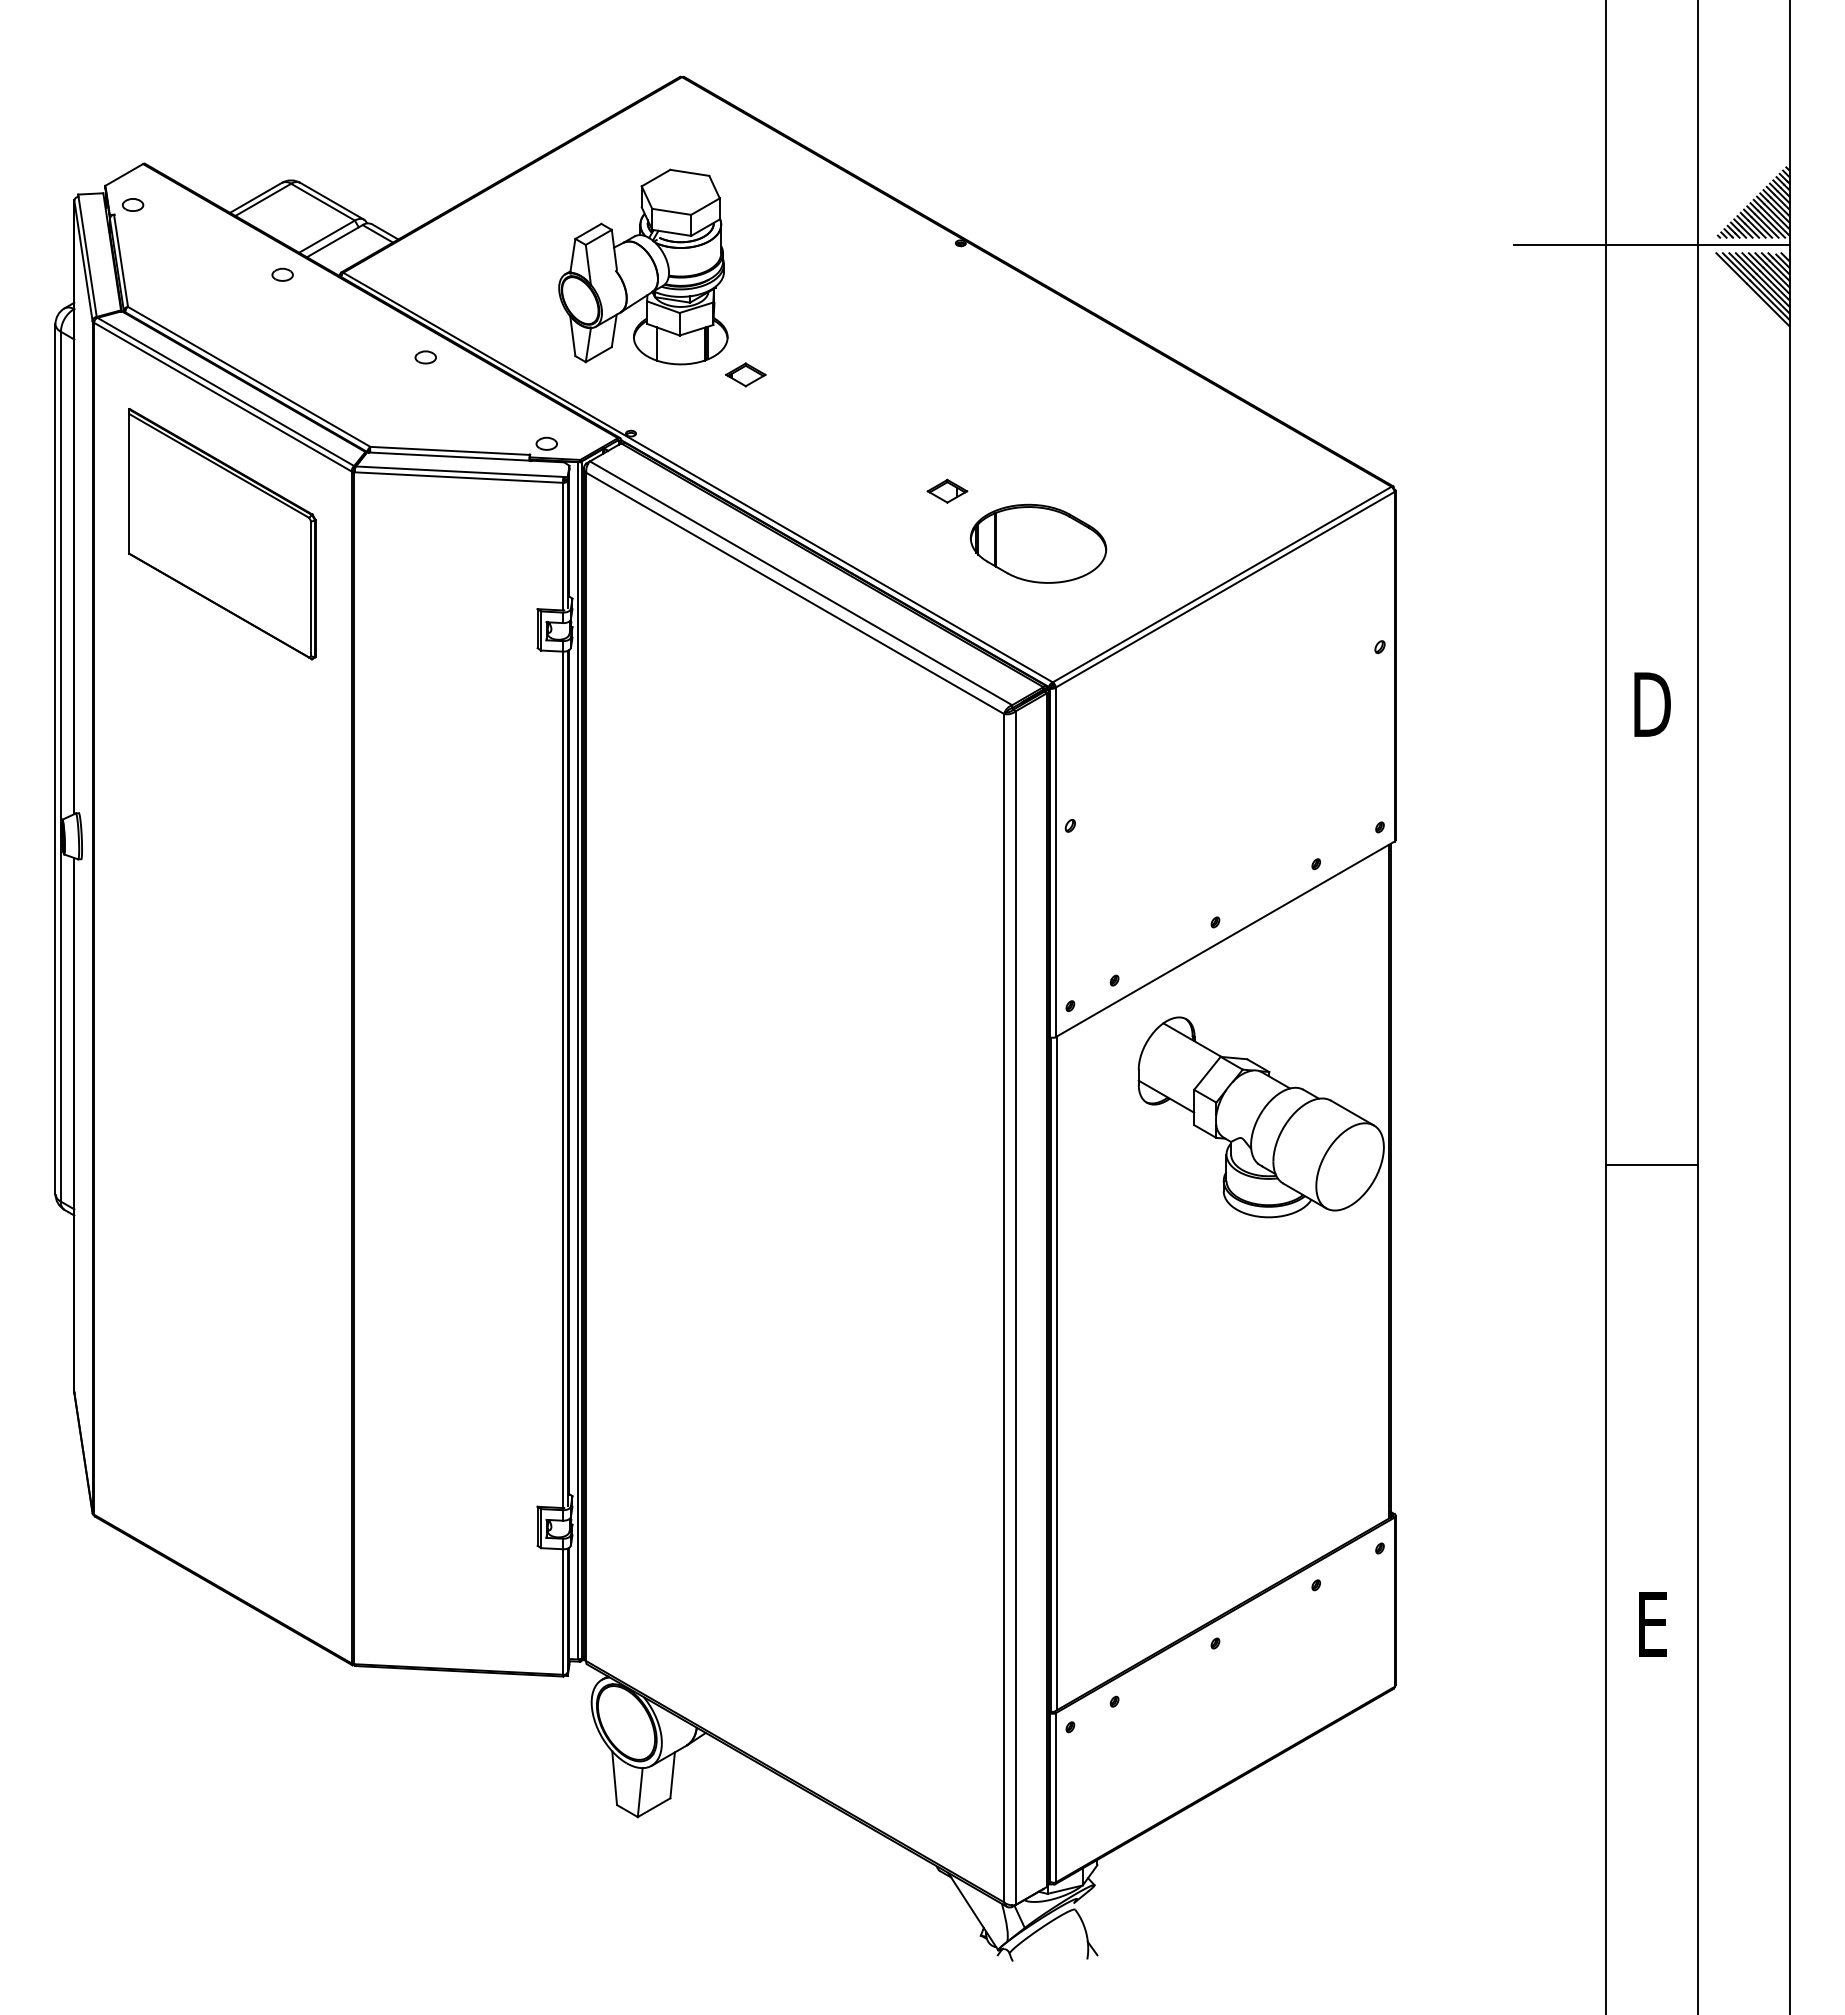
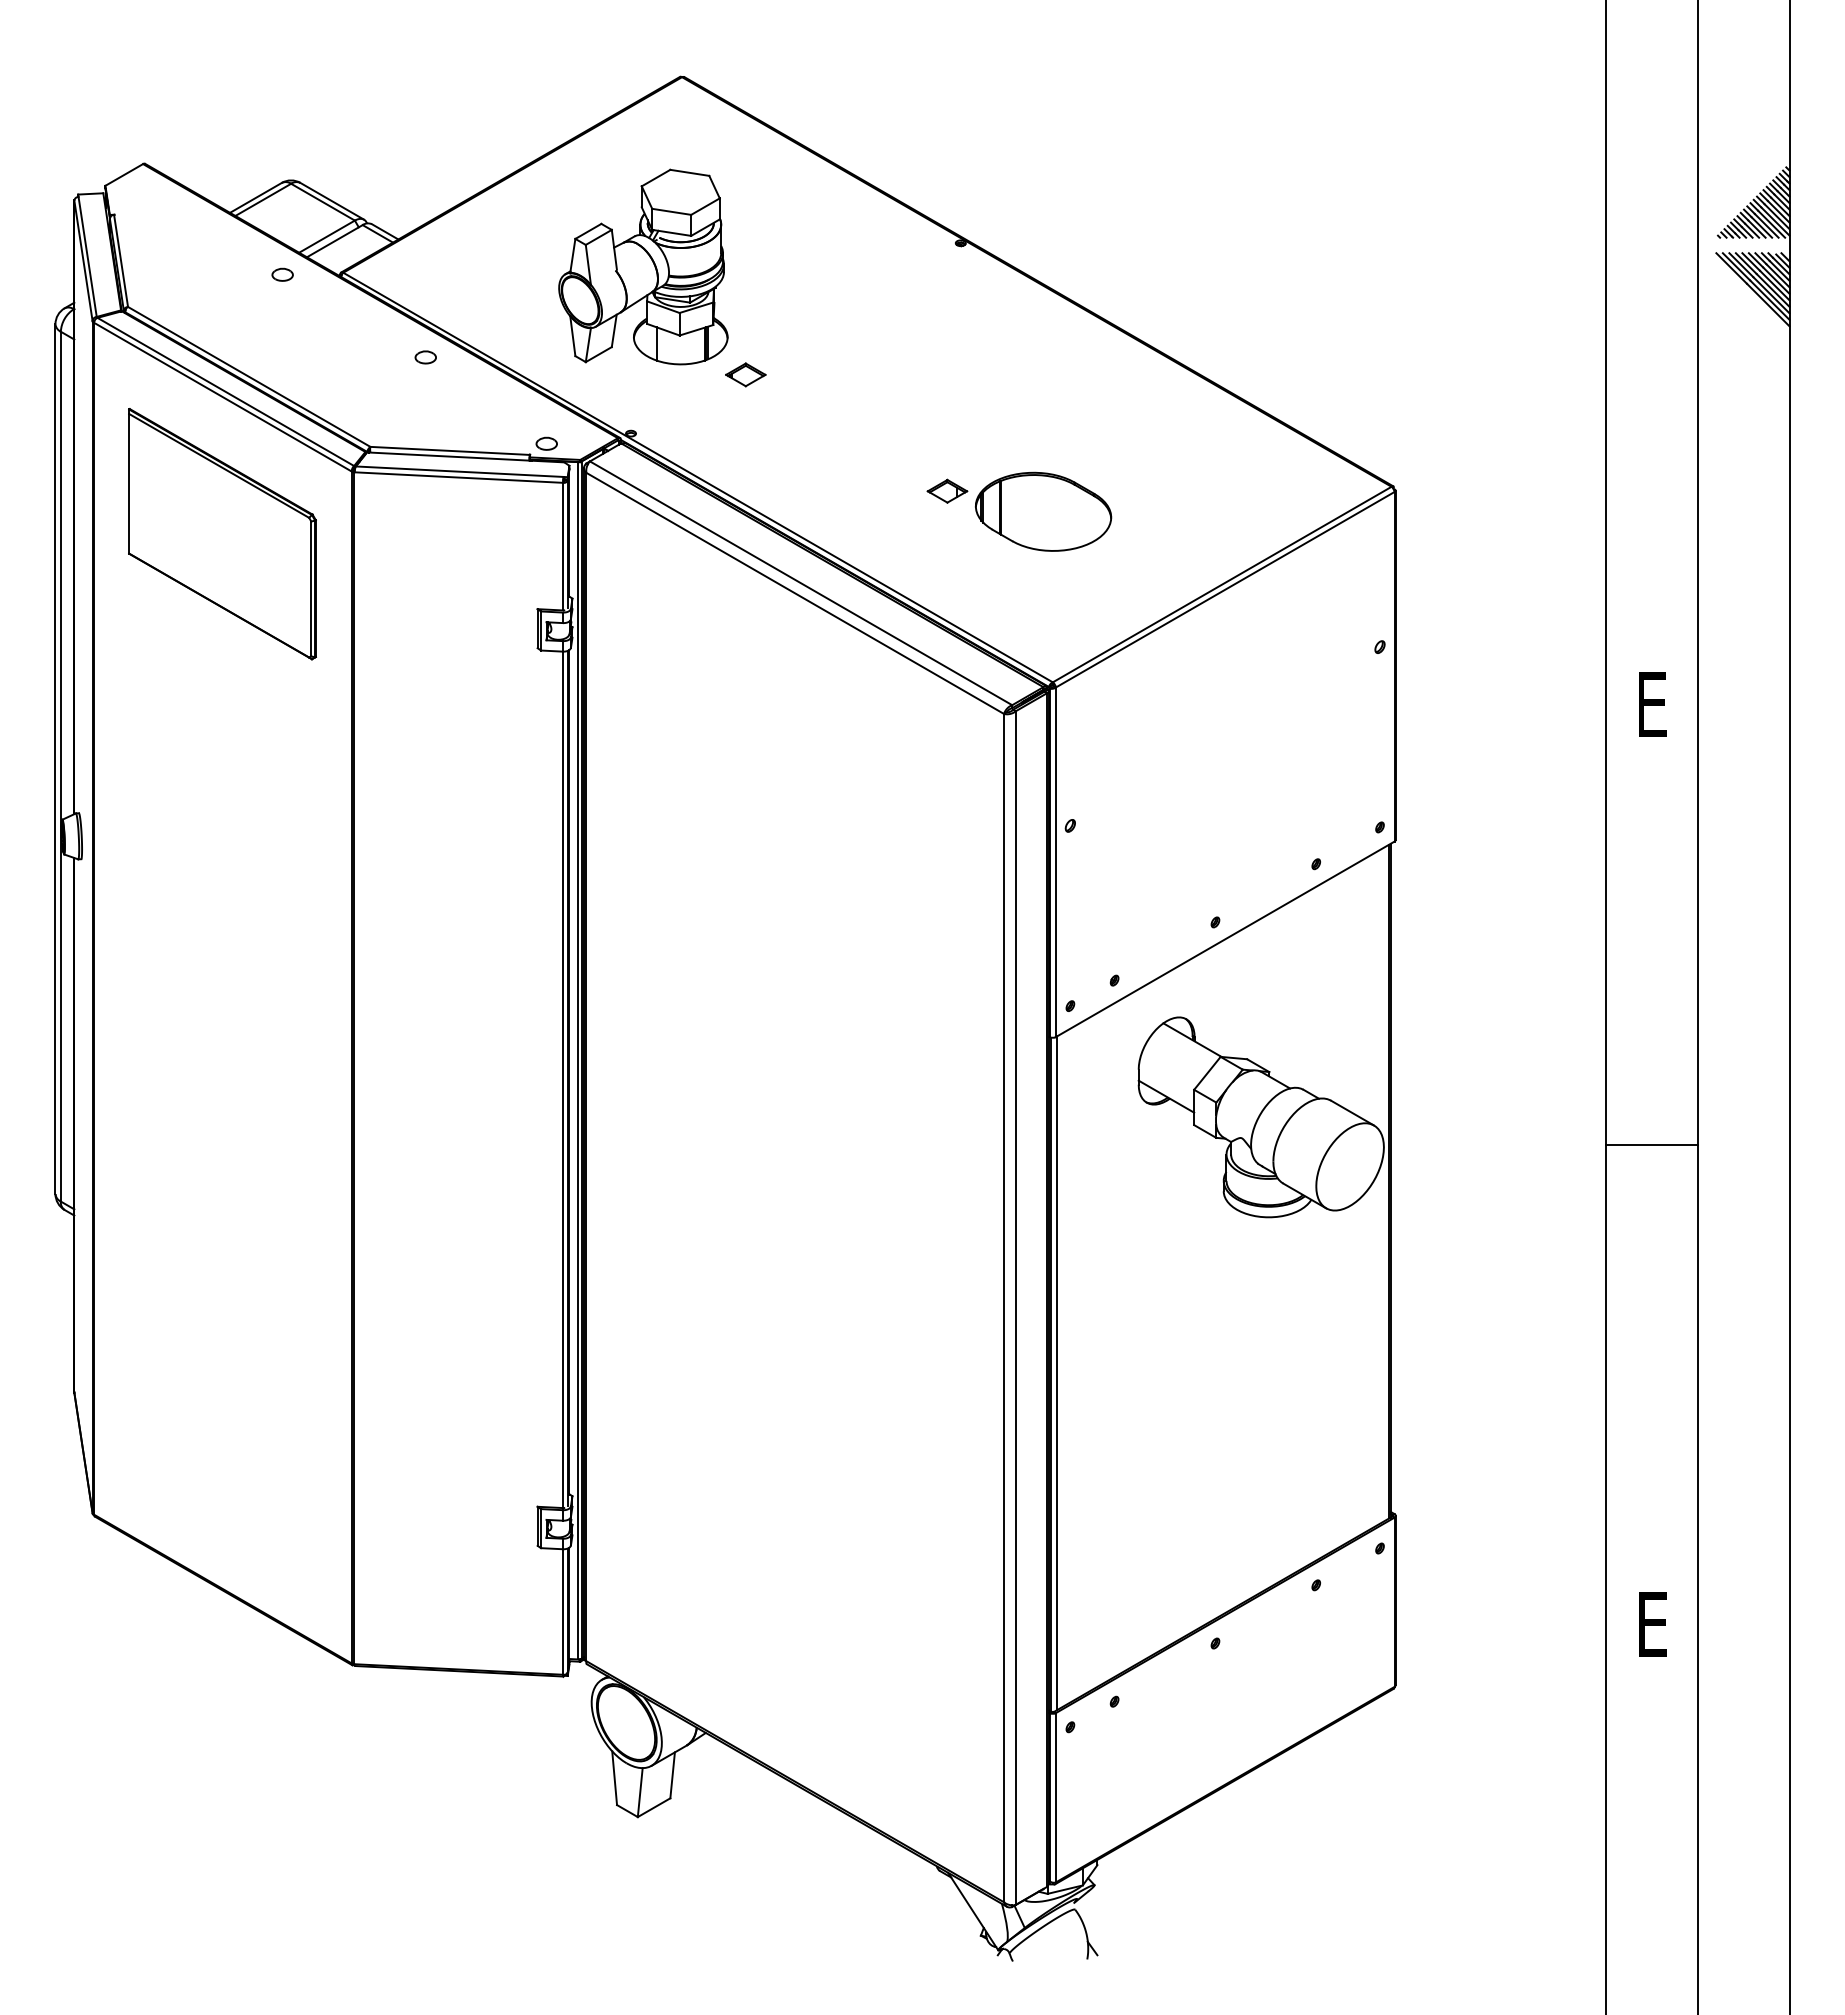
part at (132, 204): present -> none
line at (1651, 245): present -> none
part at (1038, 543) position: (1038, 543) -> (1043, 511)
text at (1652, 704): D -> E
line at (1651, 1165) position: (1651, 1165) -> (1651, 1145)
